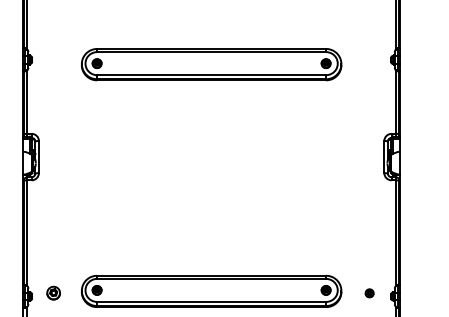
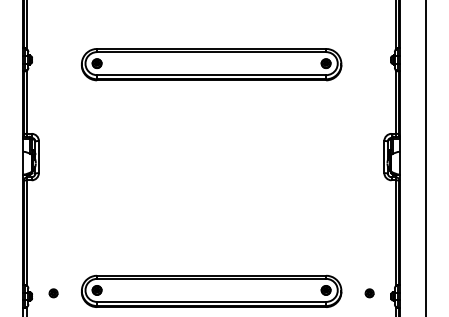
line at (425, 157): none -> present
part at (53, 292) size: 15x16 px -> 11x11 px
